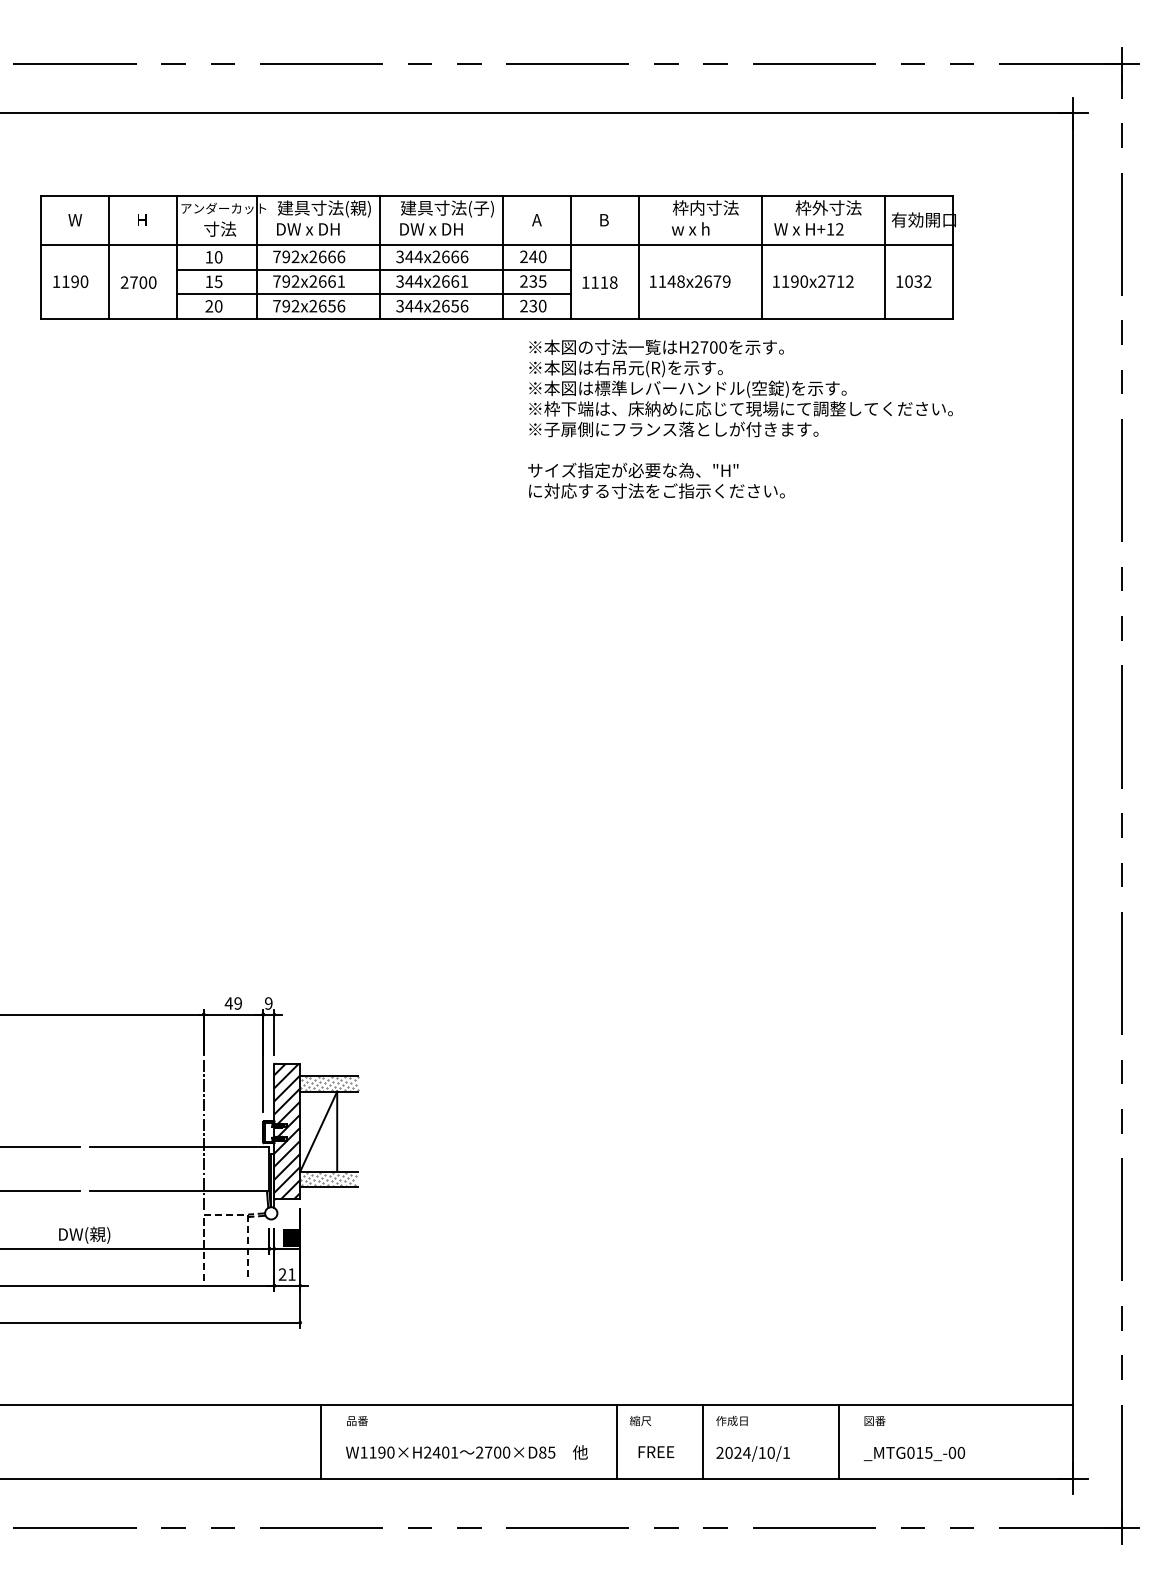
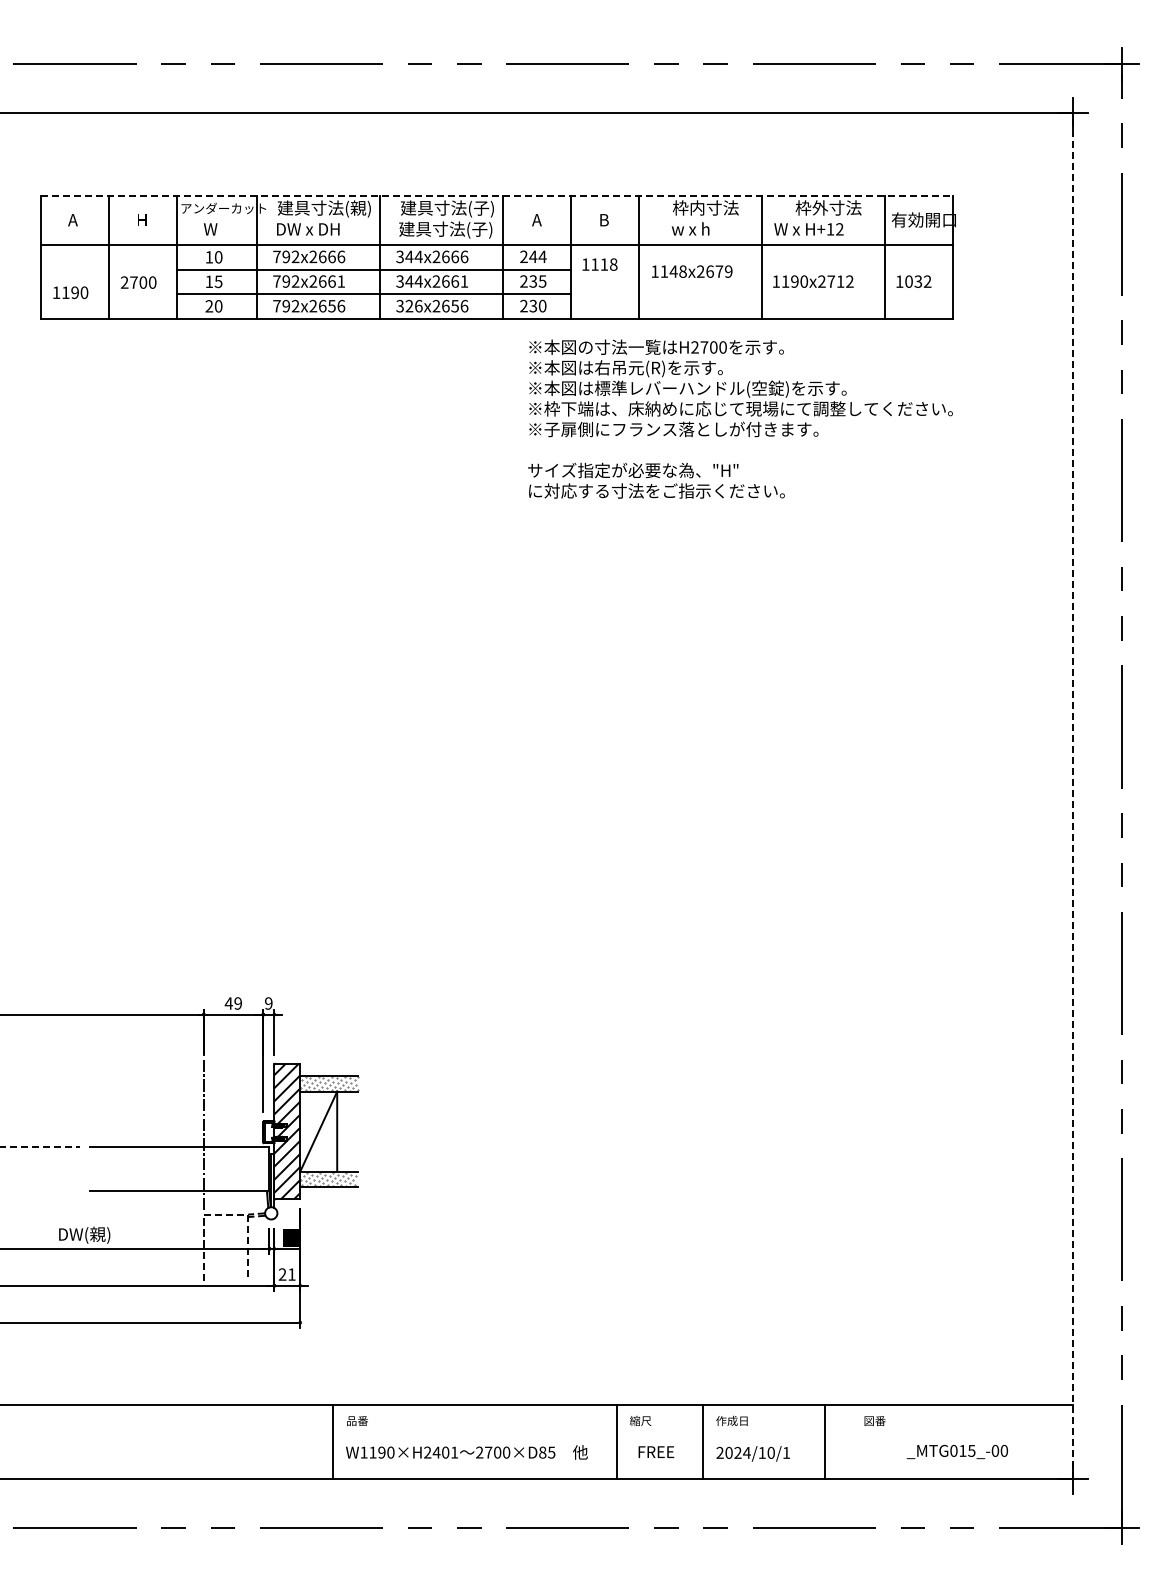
line at (497, 195): solid -> dashed
text at (75, 220): W -> A
text at (219, 228): 寸法 -> W
text at (445, 229): DW x DH -> 建具寸法(子)
text at (542, 256): 240 -> 244
text at (70, 281) position: (70, 281) -> (70, 292)
text at (690, 281) position: (690, 281) -> (692, 271)
text at (599, 282) position: (599, 282) -> (599, 264)
text at (413, 305): 344x2656 -> 326x2656
line at (1073, 795): solid -> dashed
line at (40, 1147): solid -> dashed
line at (40, 1191): present -> none
line at (321, 1441) position: (321, 1441) -> (333, 1441)
line at (838, 1441) position: (838, 1441) -> (824, 1441)
text at (913, 1453) position: (913, 1453) -> (956, 1451)
